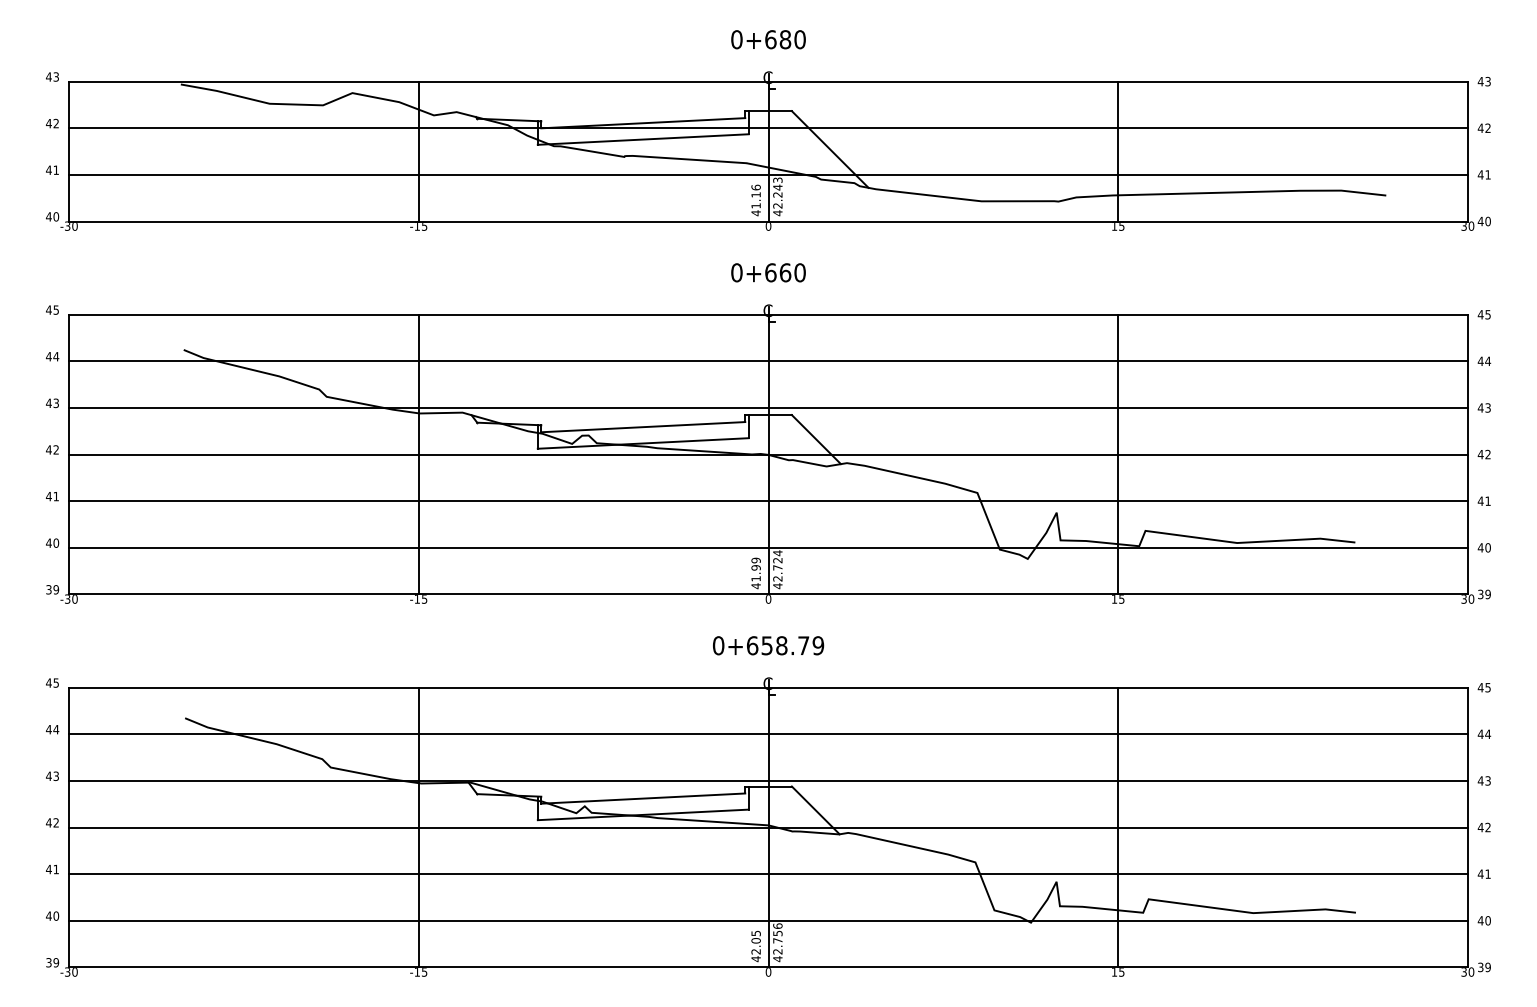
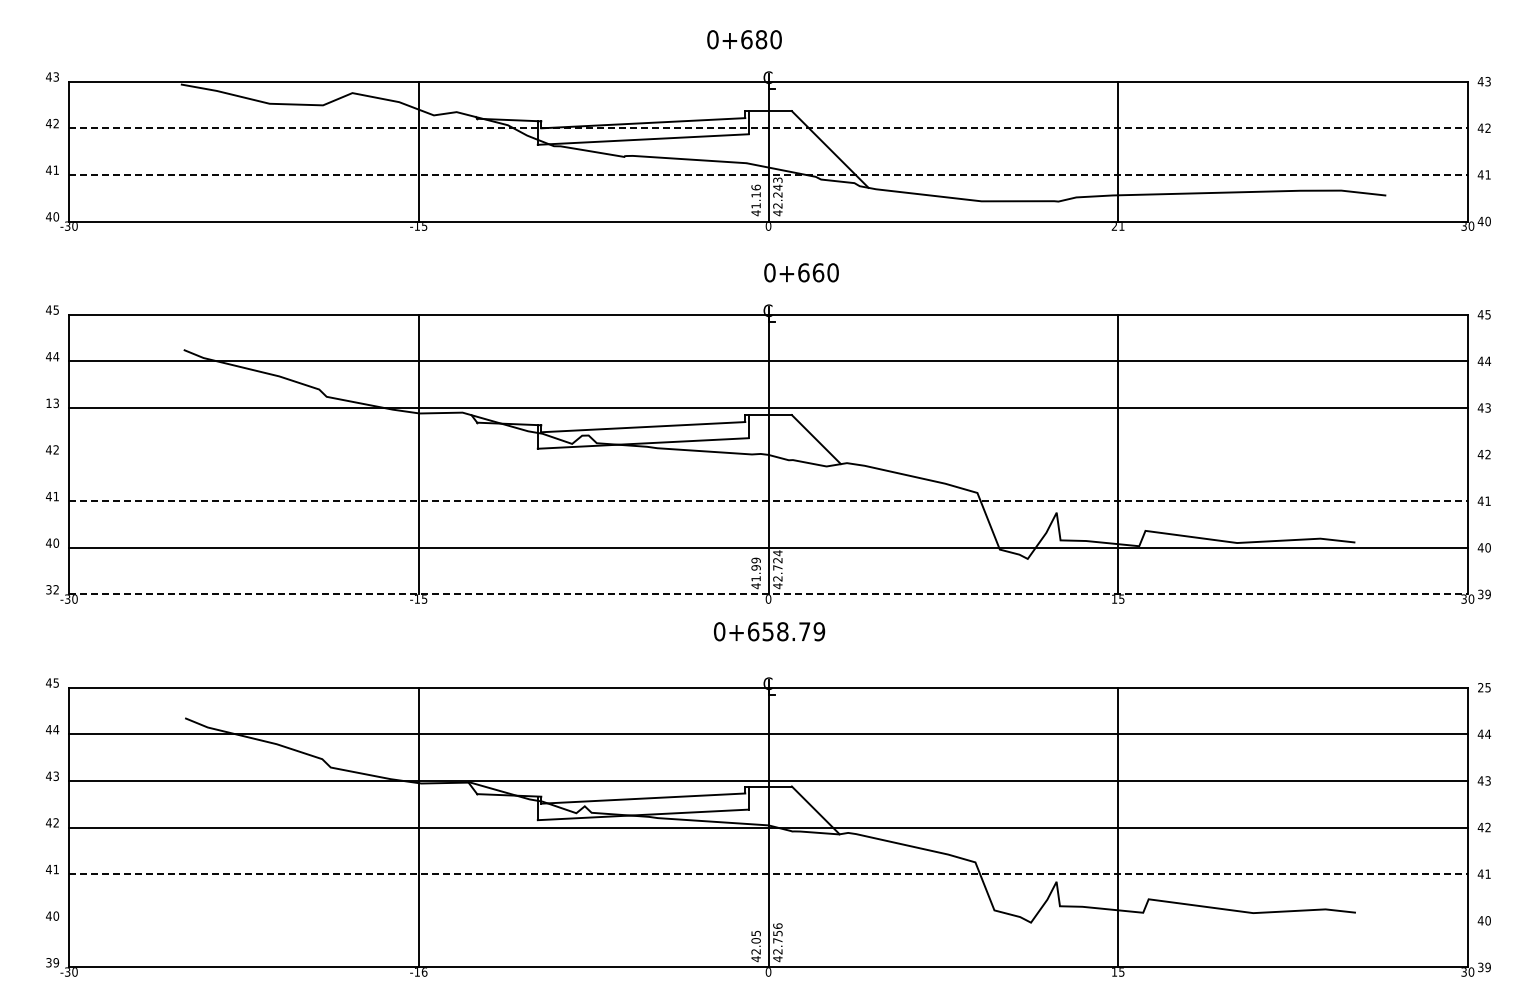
text at (768, 39) position: (768, 39) -> (744, 39)
line at (769, 128): solid -> dashed
line at (769, 174): solid -> dashed
text at (1117, 226): 15 -> 21
text at (768, 272) position: (768, 272) -> (801, 272)
text at (48, 402): 43 -> 13
line at (768, 454): present -> none
line at (769, 501): solid -> dashed
text at (56, 589): 39 -> 32
line at (769, 594): solid -> dashed
text at (768, 645) position: (768, 645) -> (769, 631)
text at (1480, 687): 45 -> 25
line at (769, 874): solid -> dashed
line at (768, 920): present -> none
text at (424, 972): -15 -> -16
